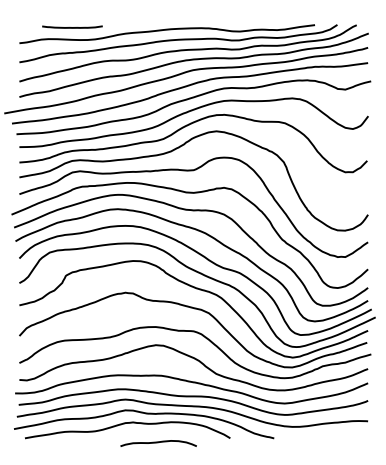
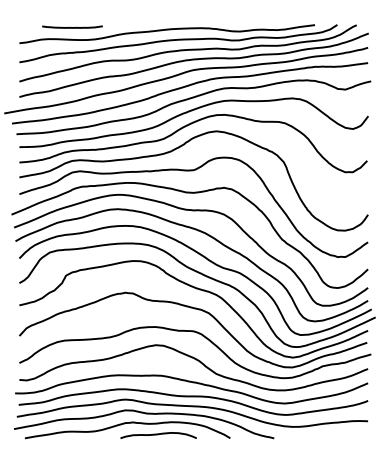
curve at (158, 443) position: (158, 443) -> (158, 435)
